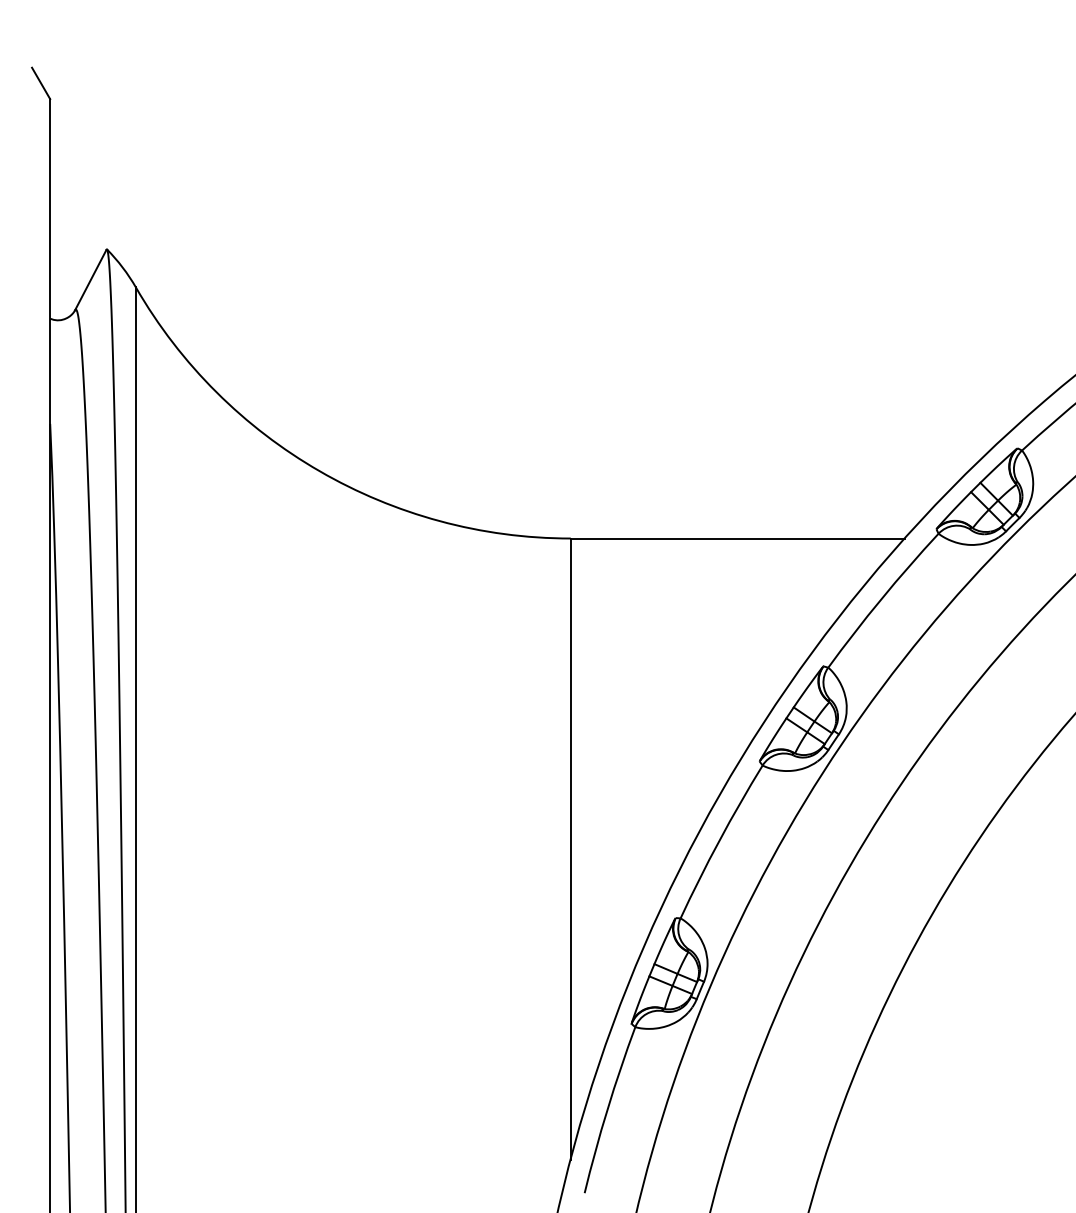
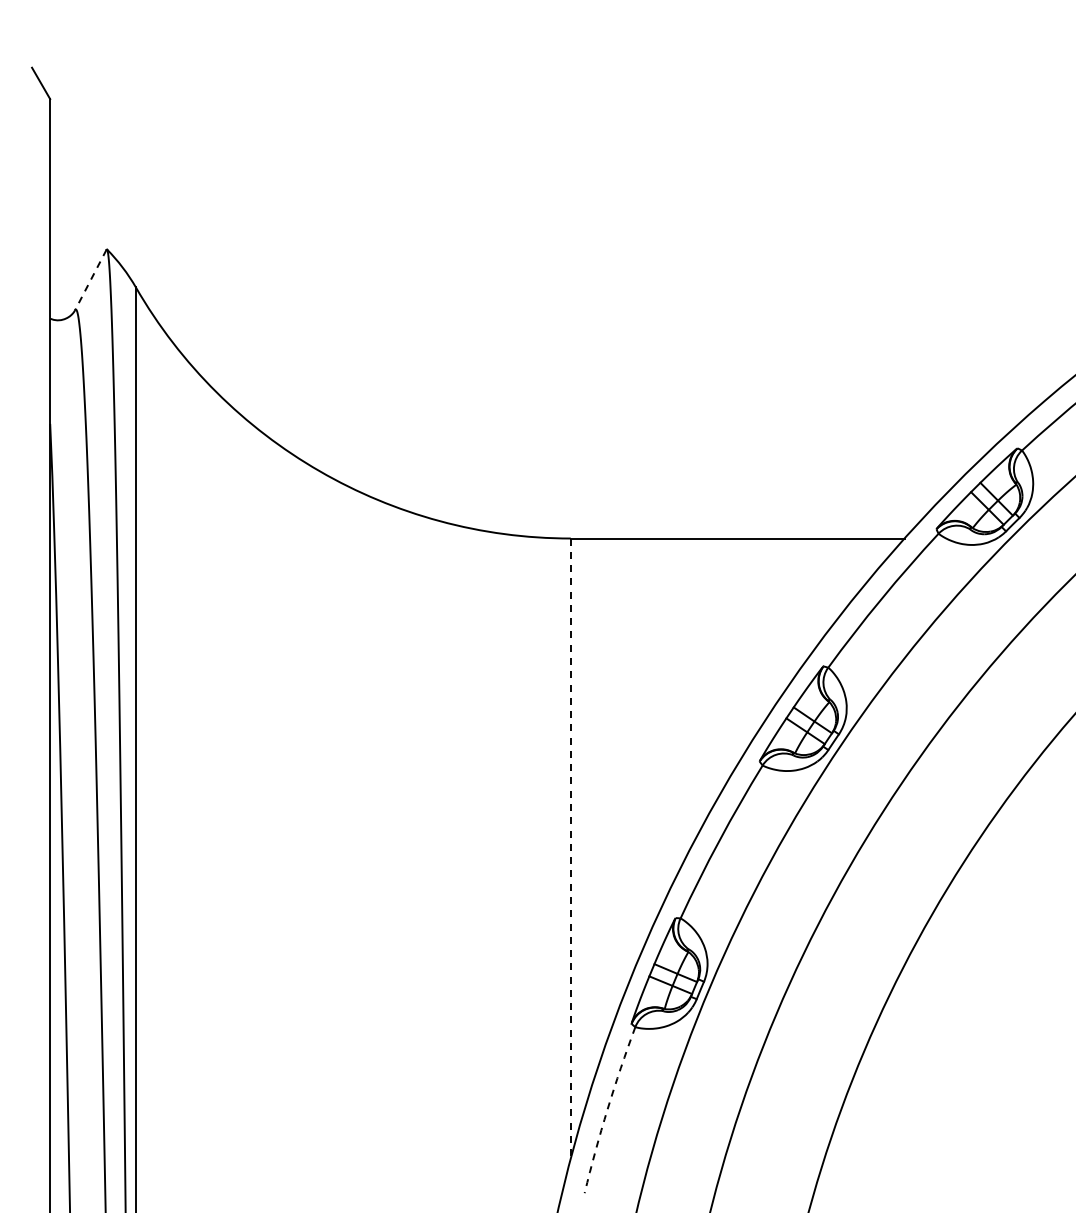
line at (90, 280): solid -> dashed
line at (570, 849): solid -> dashed
arc at (607, 1109): solid -> dashed
